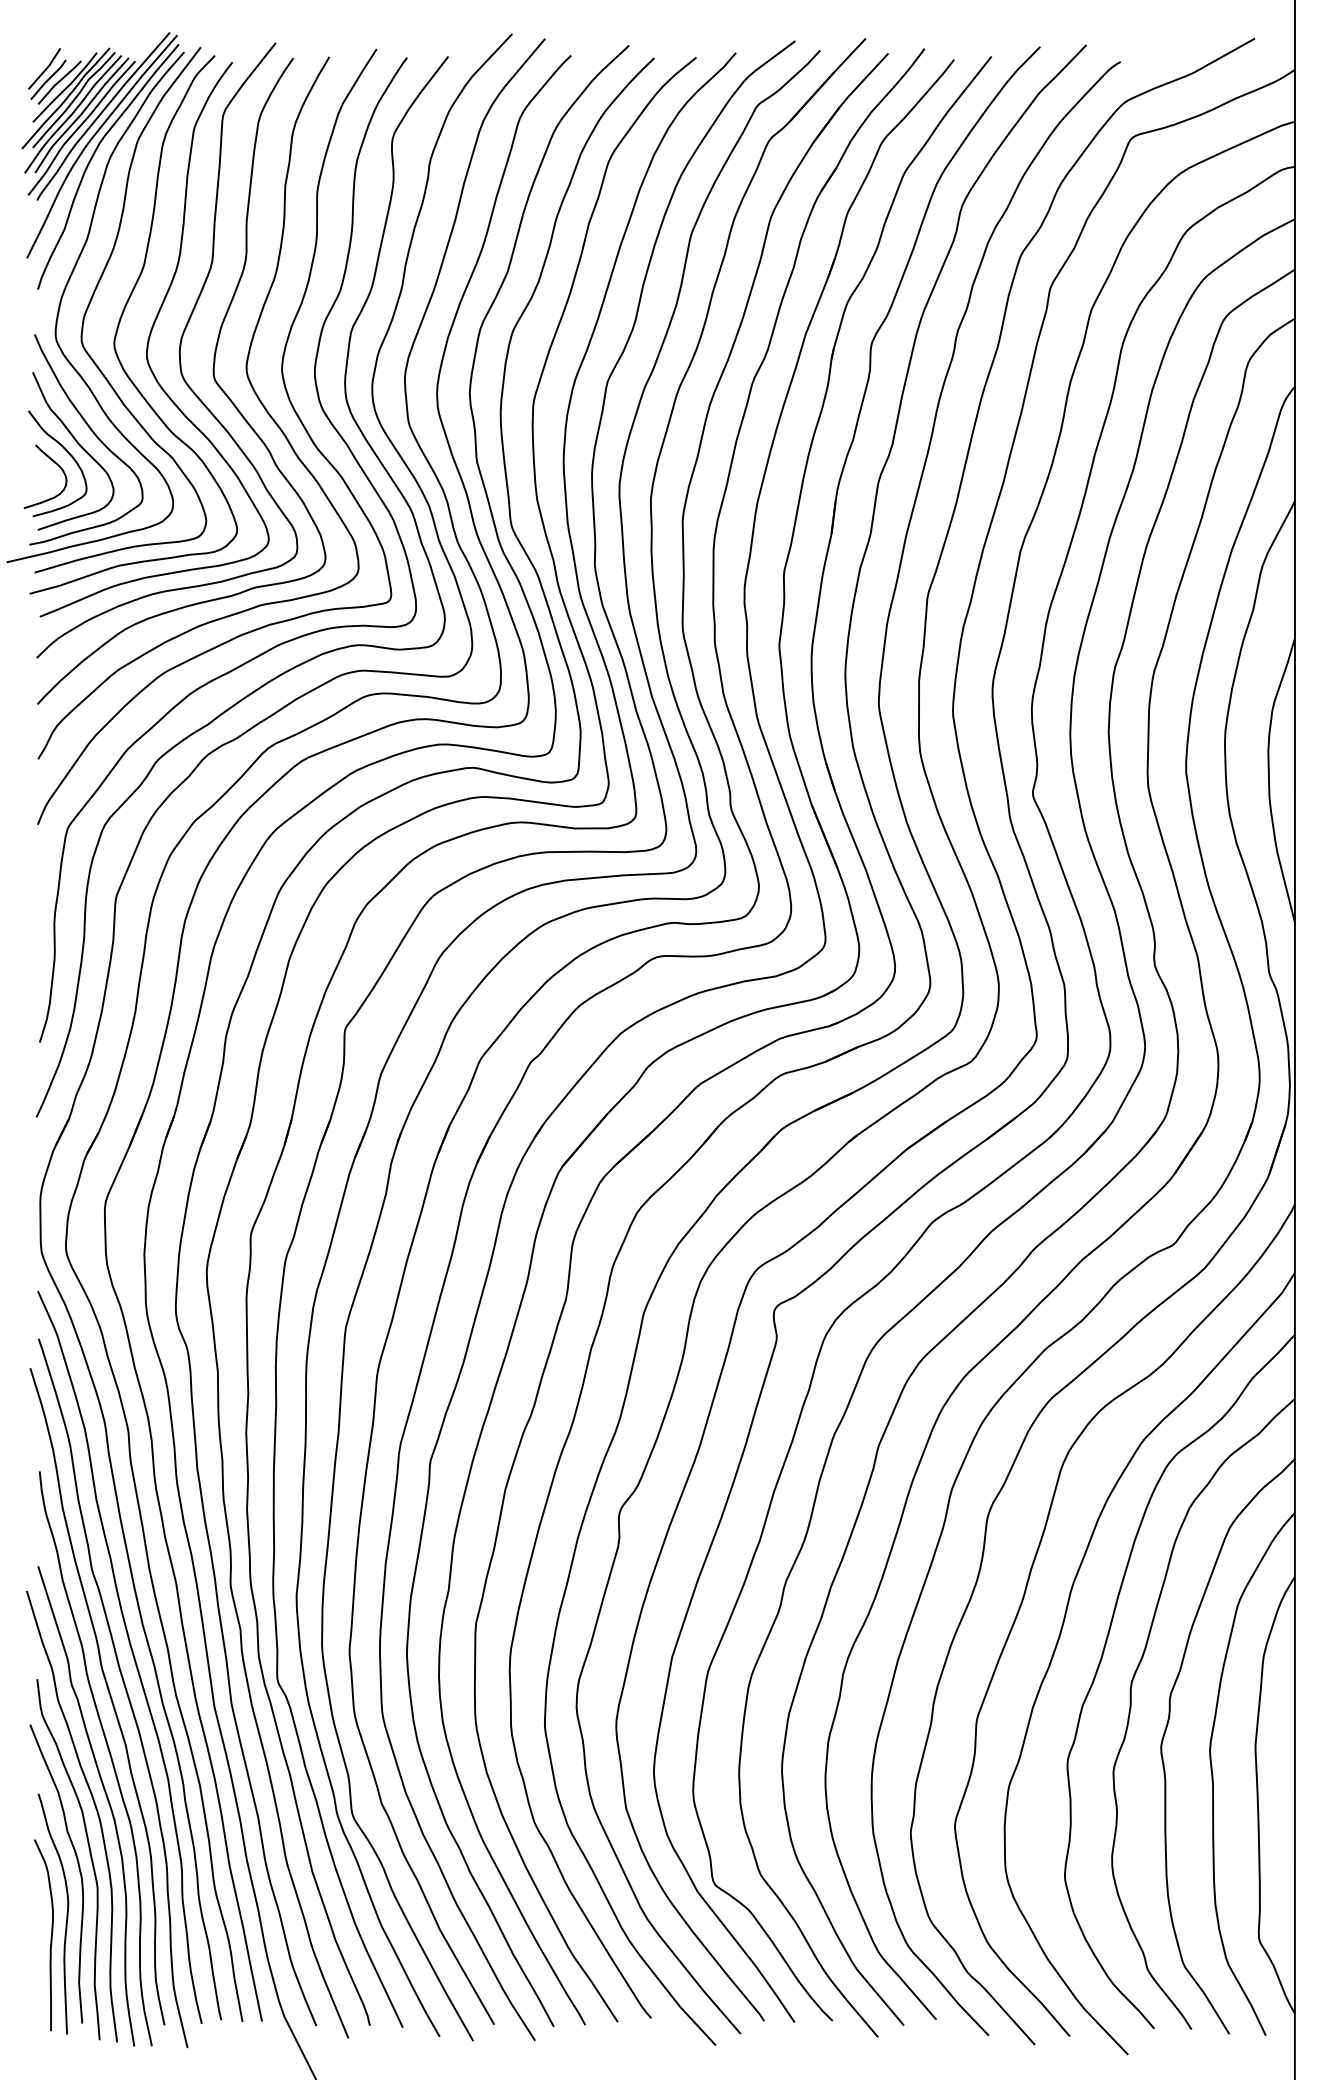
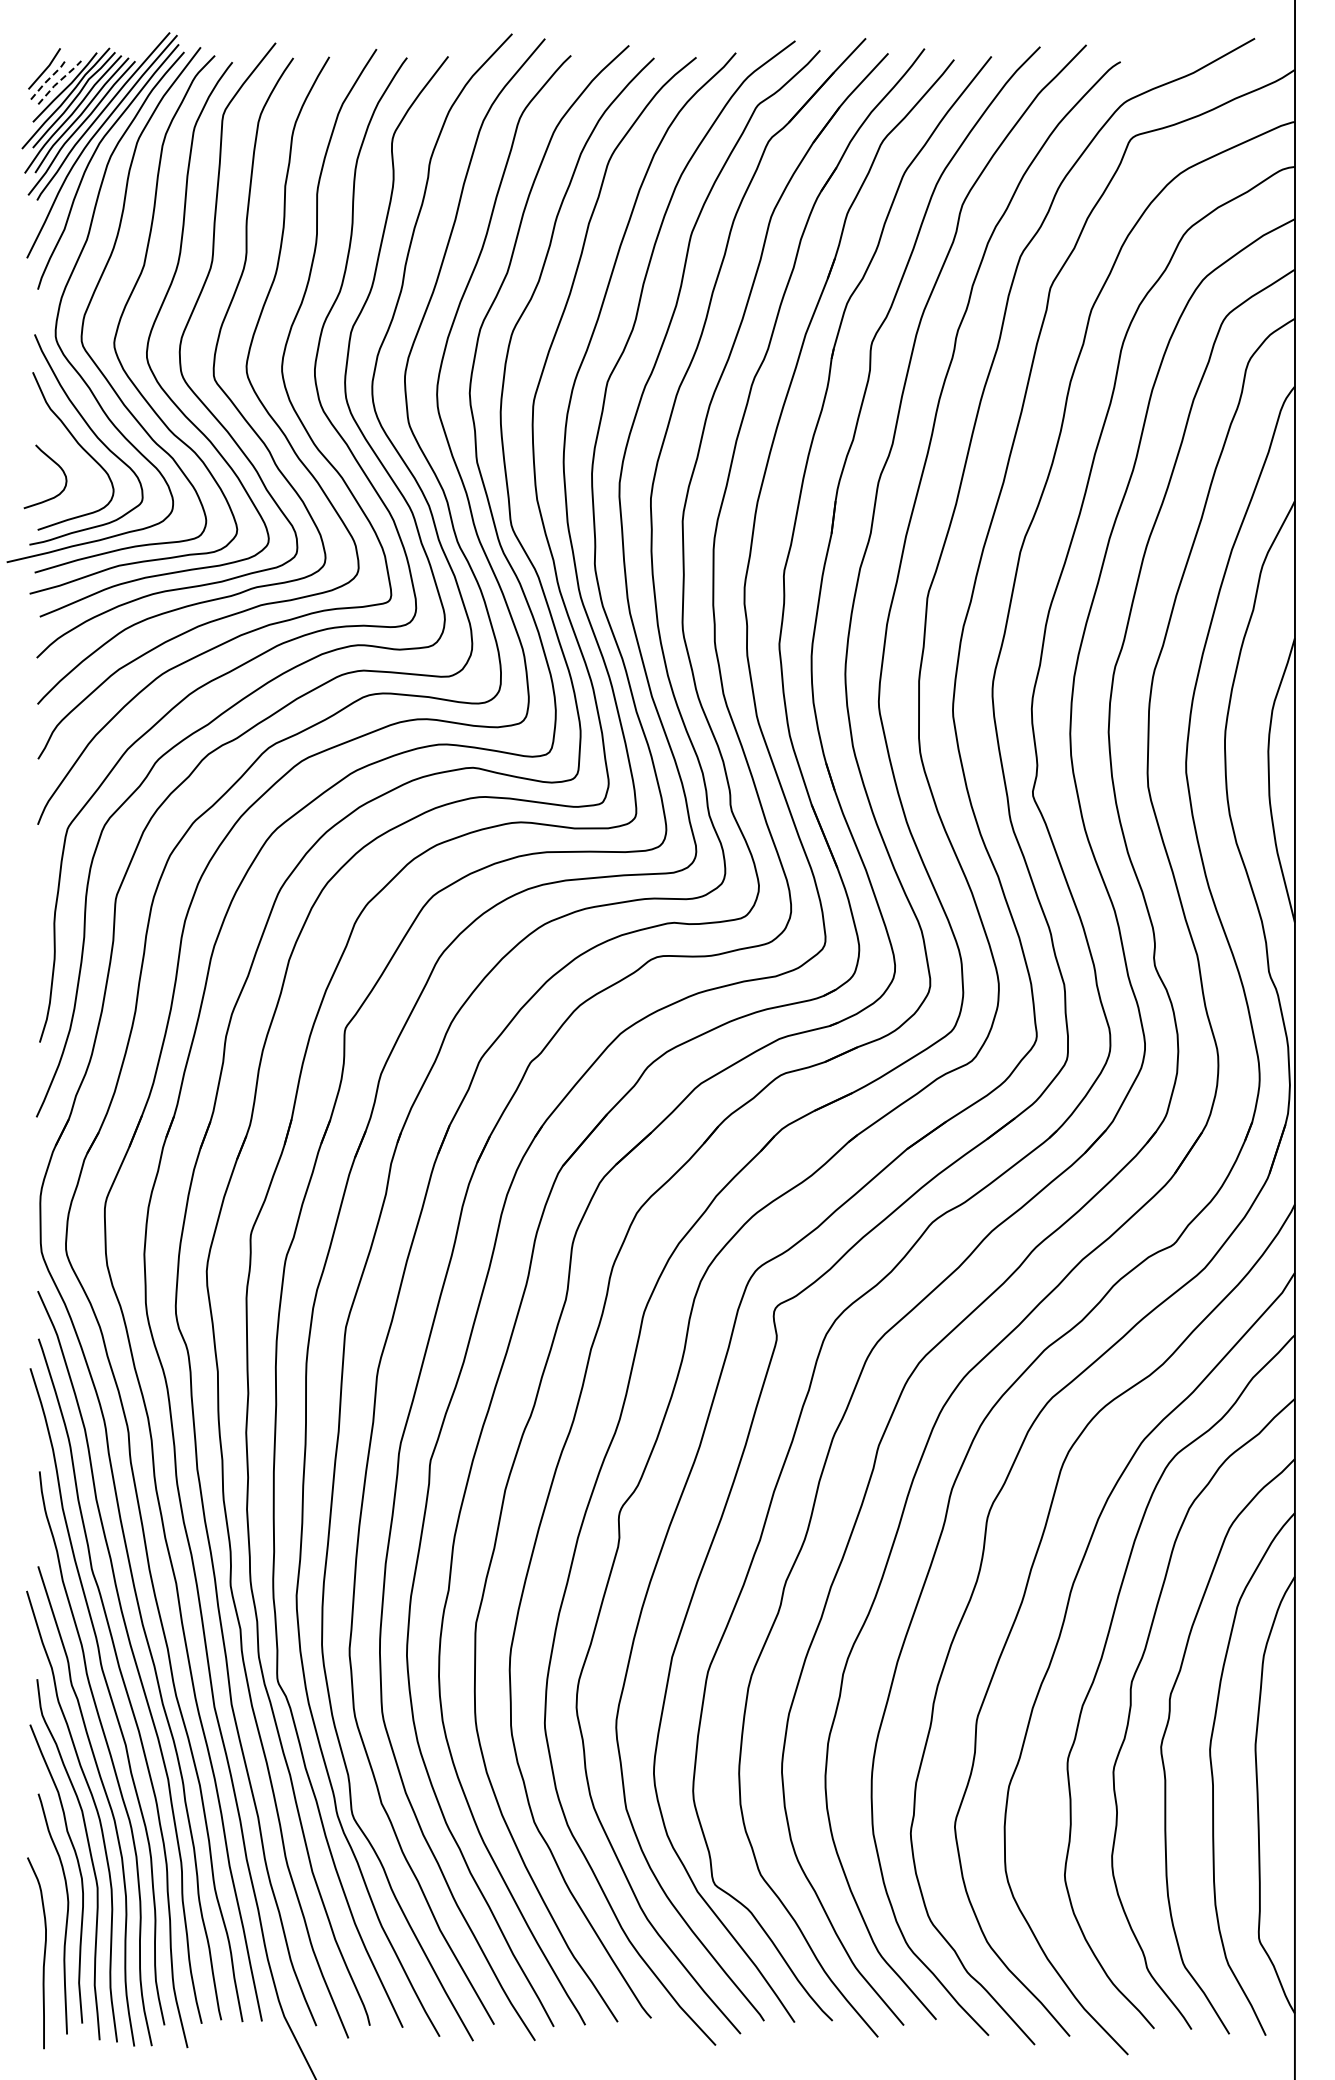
line at (49, 79): solid -> dashed
line at (59, 81): solid -> dashed
curve at (68, 454): present -> none
curve at (50, 1936) position: (50, 1936) -> (43, 1954)
